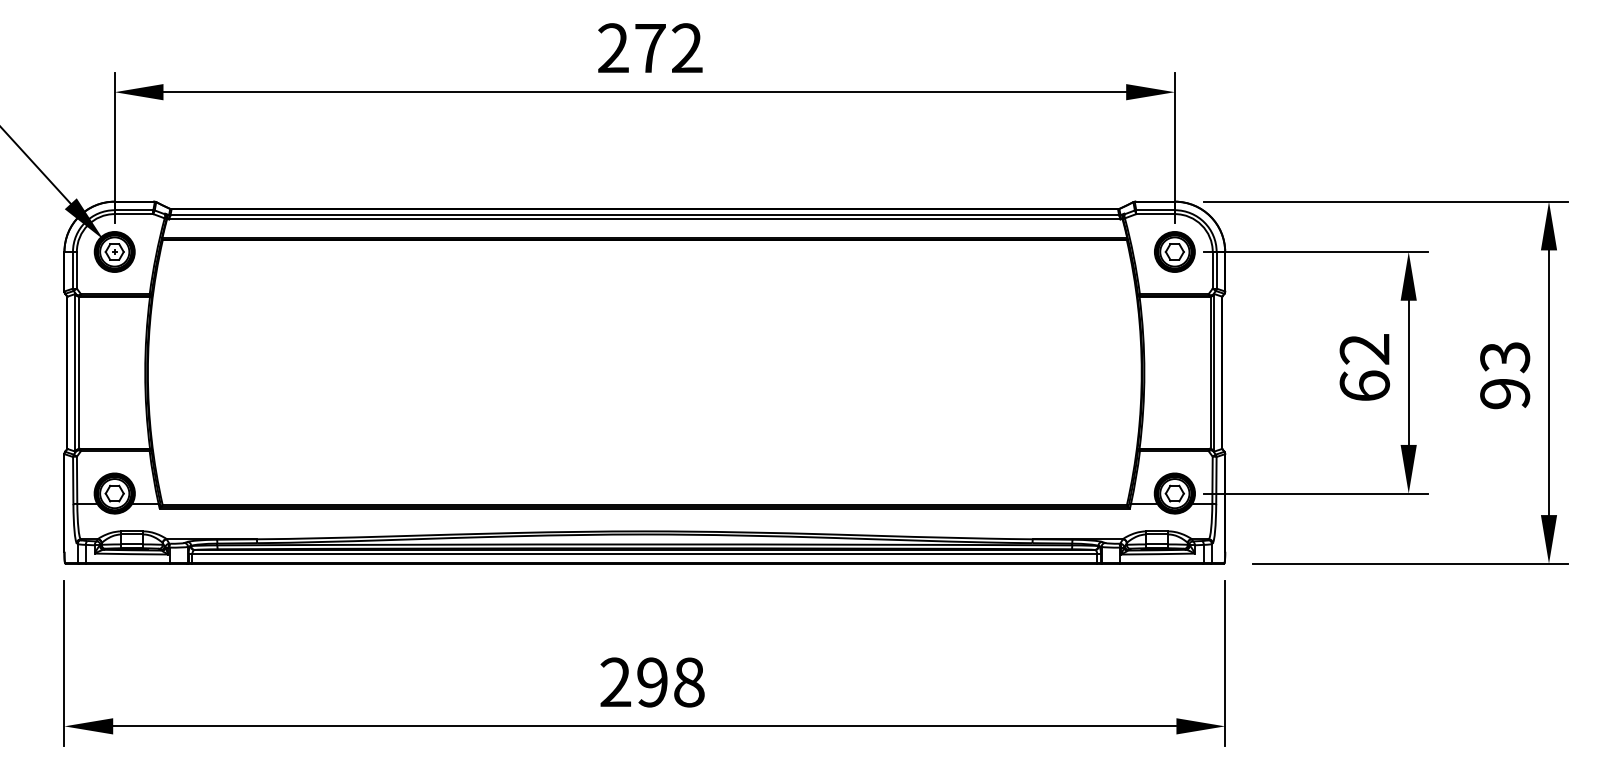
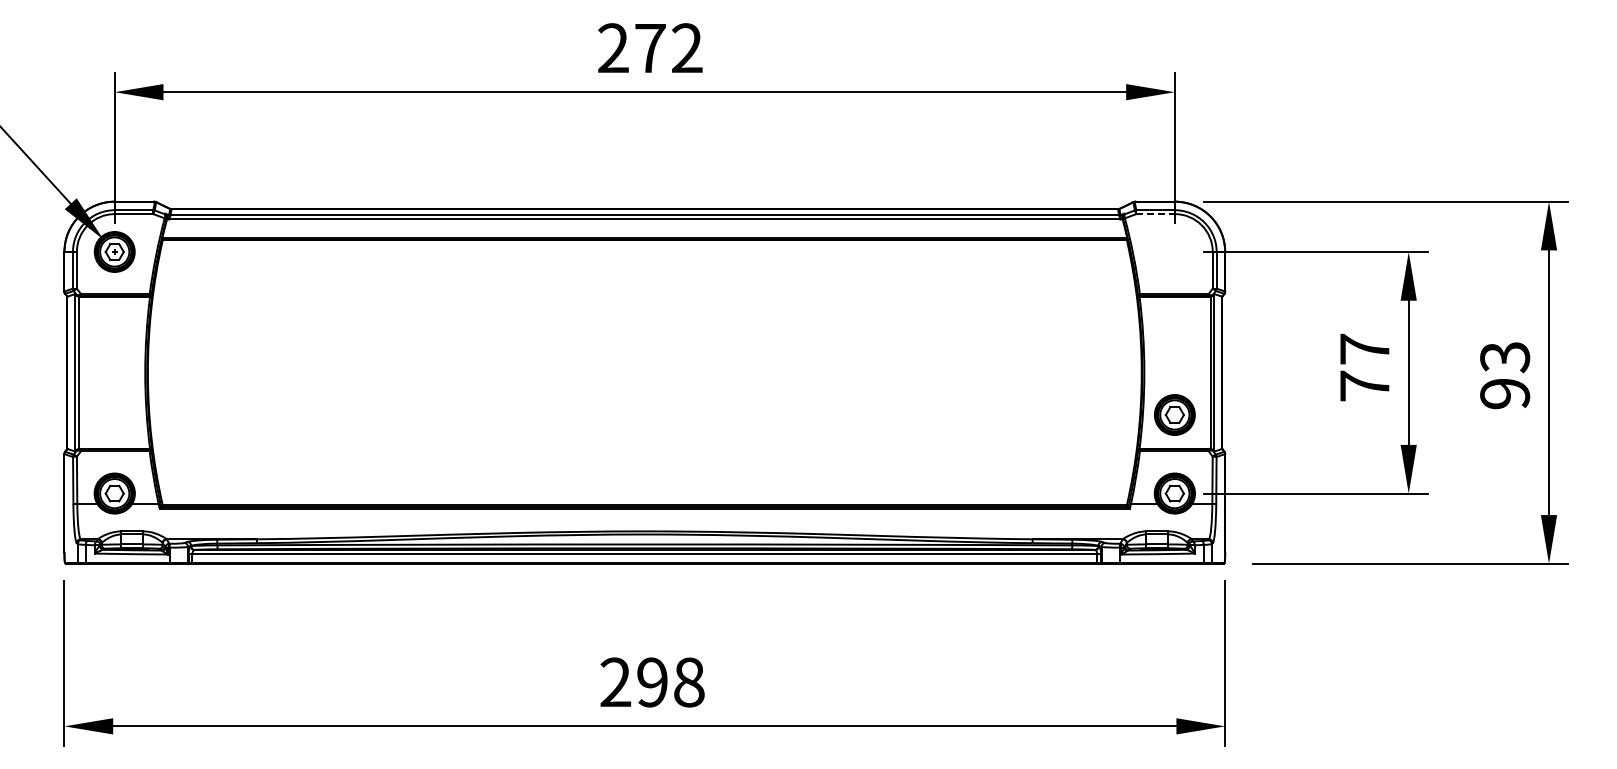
line at (1156, 214): solid -> dashed
part at (1174, 251) position: (1174, 251) -> (1174, 414)
text at (1364, 367): 62 -> 77
